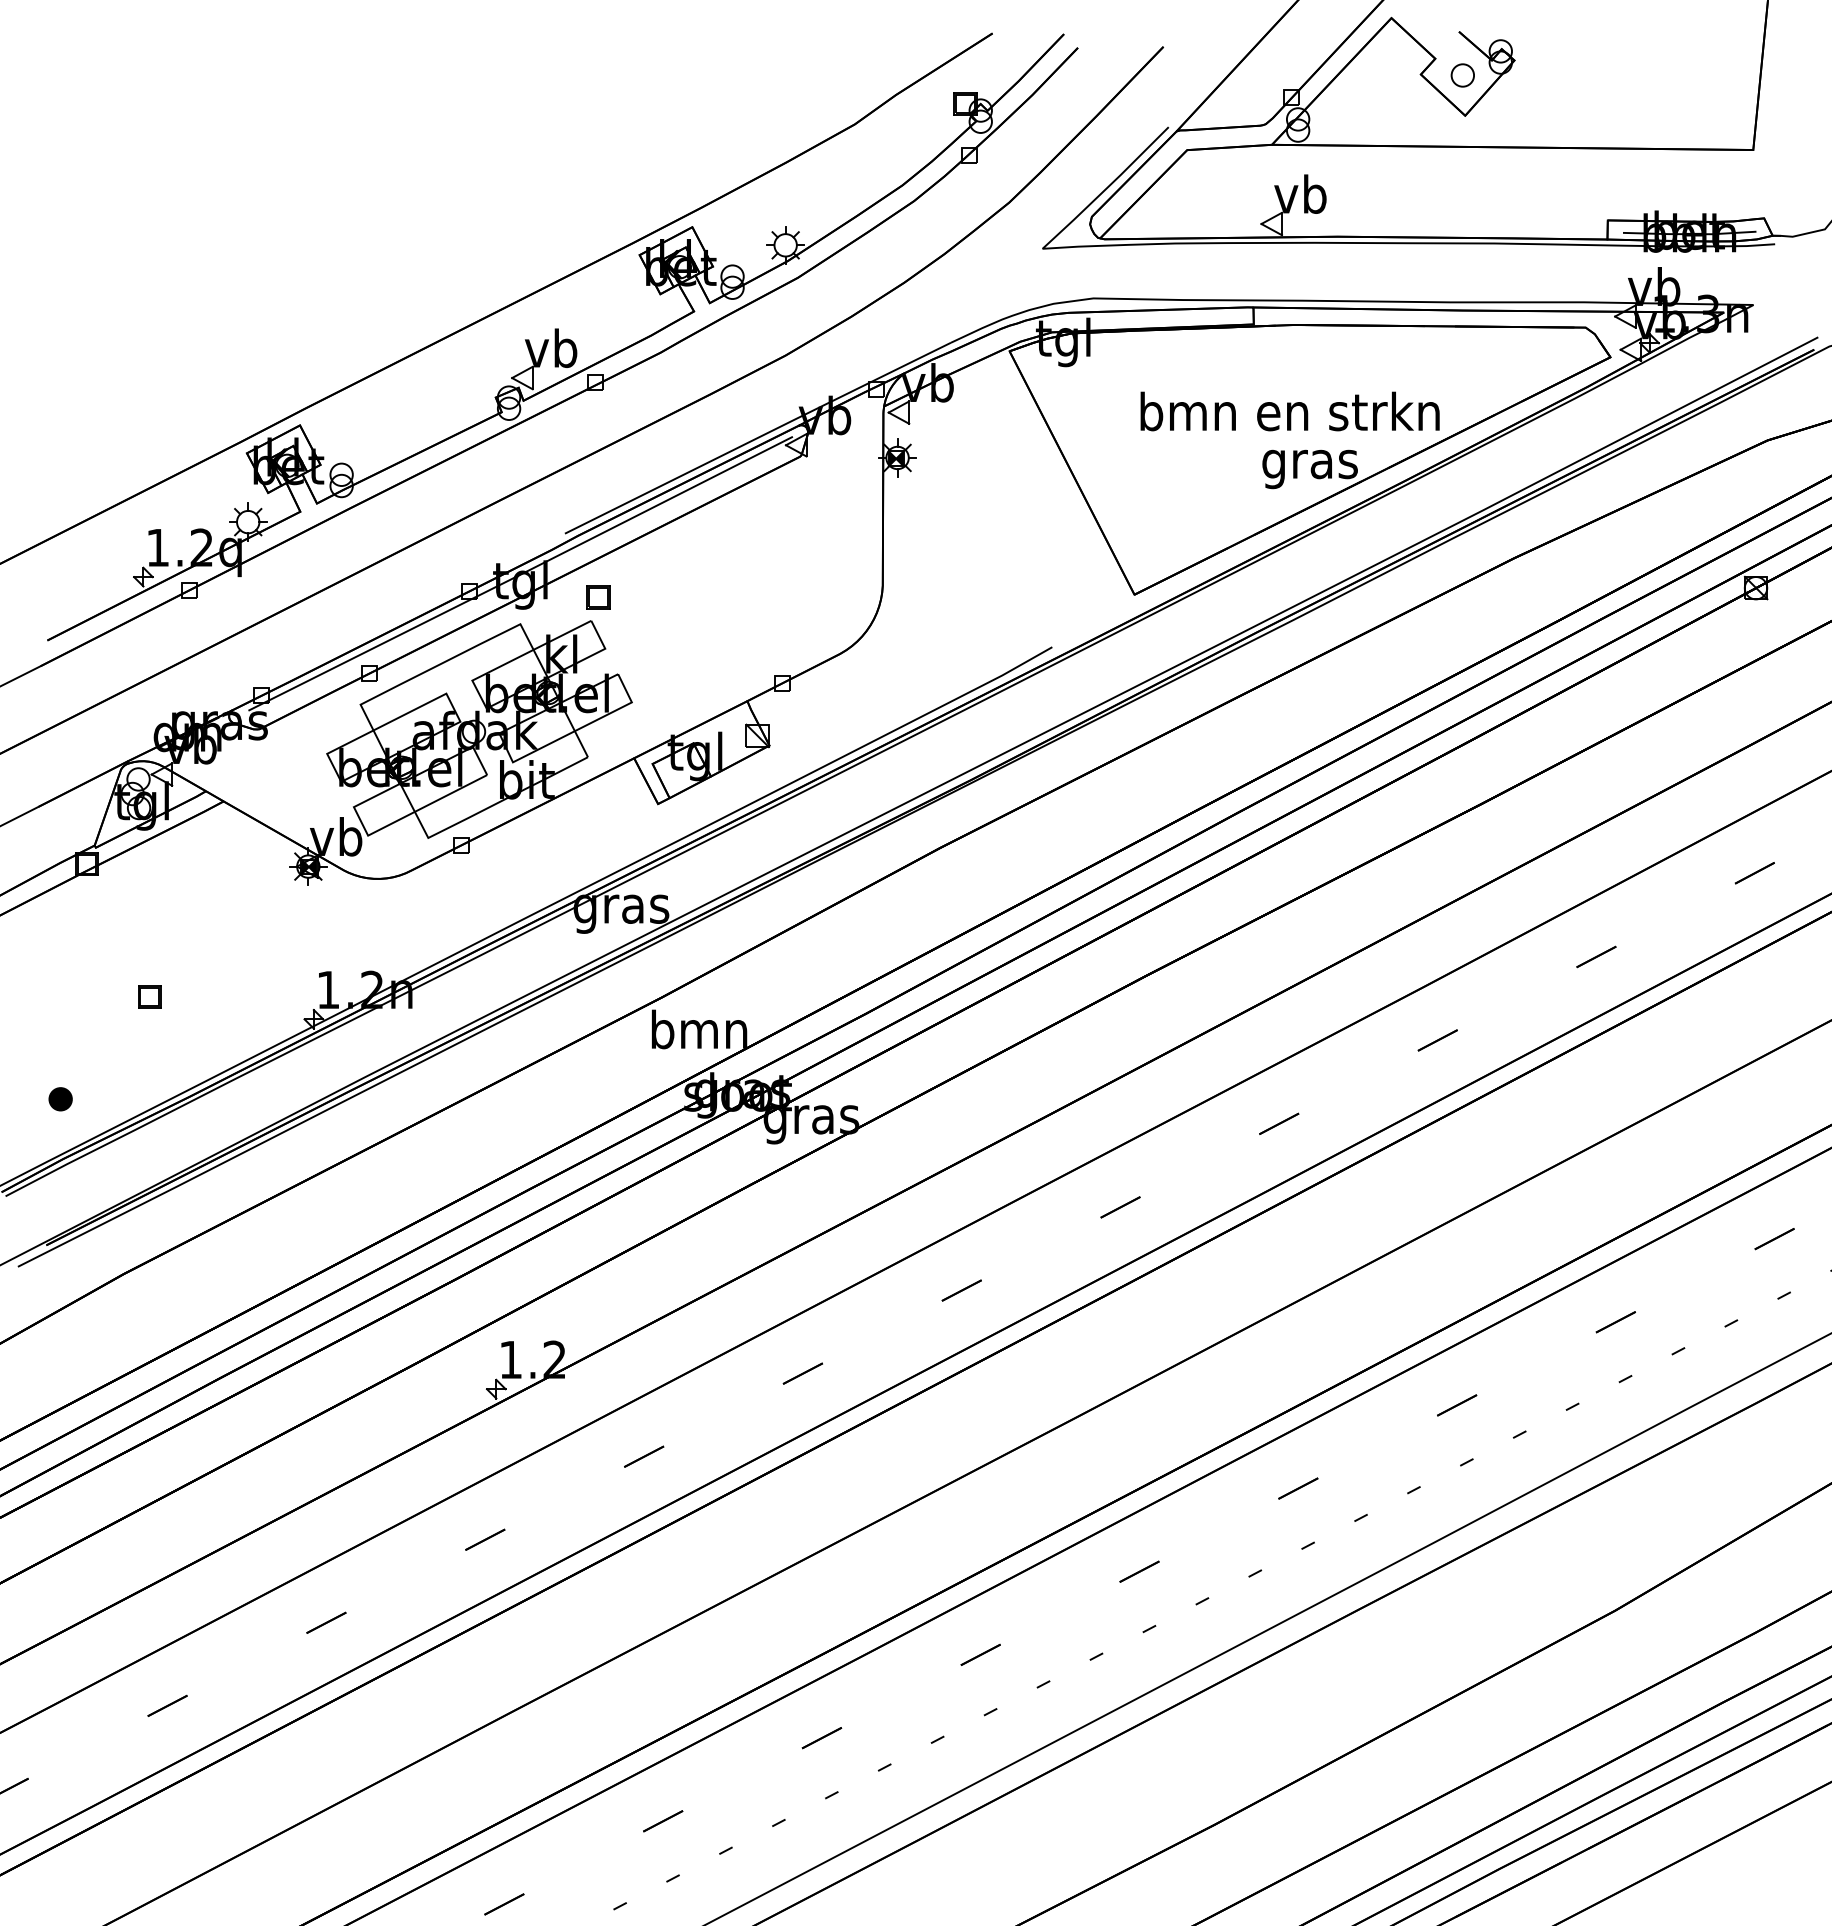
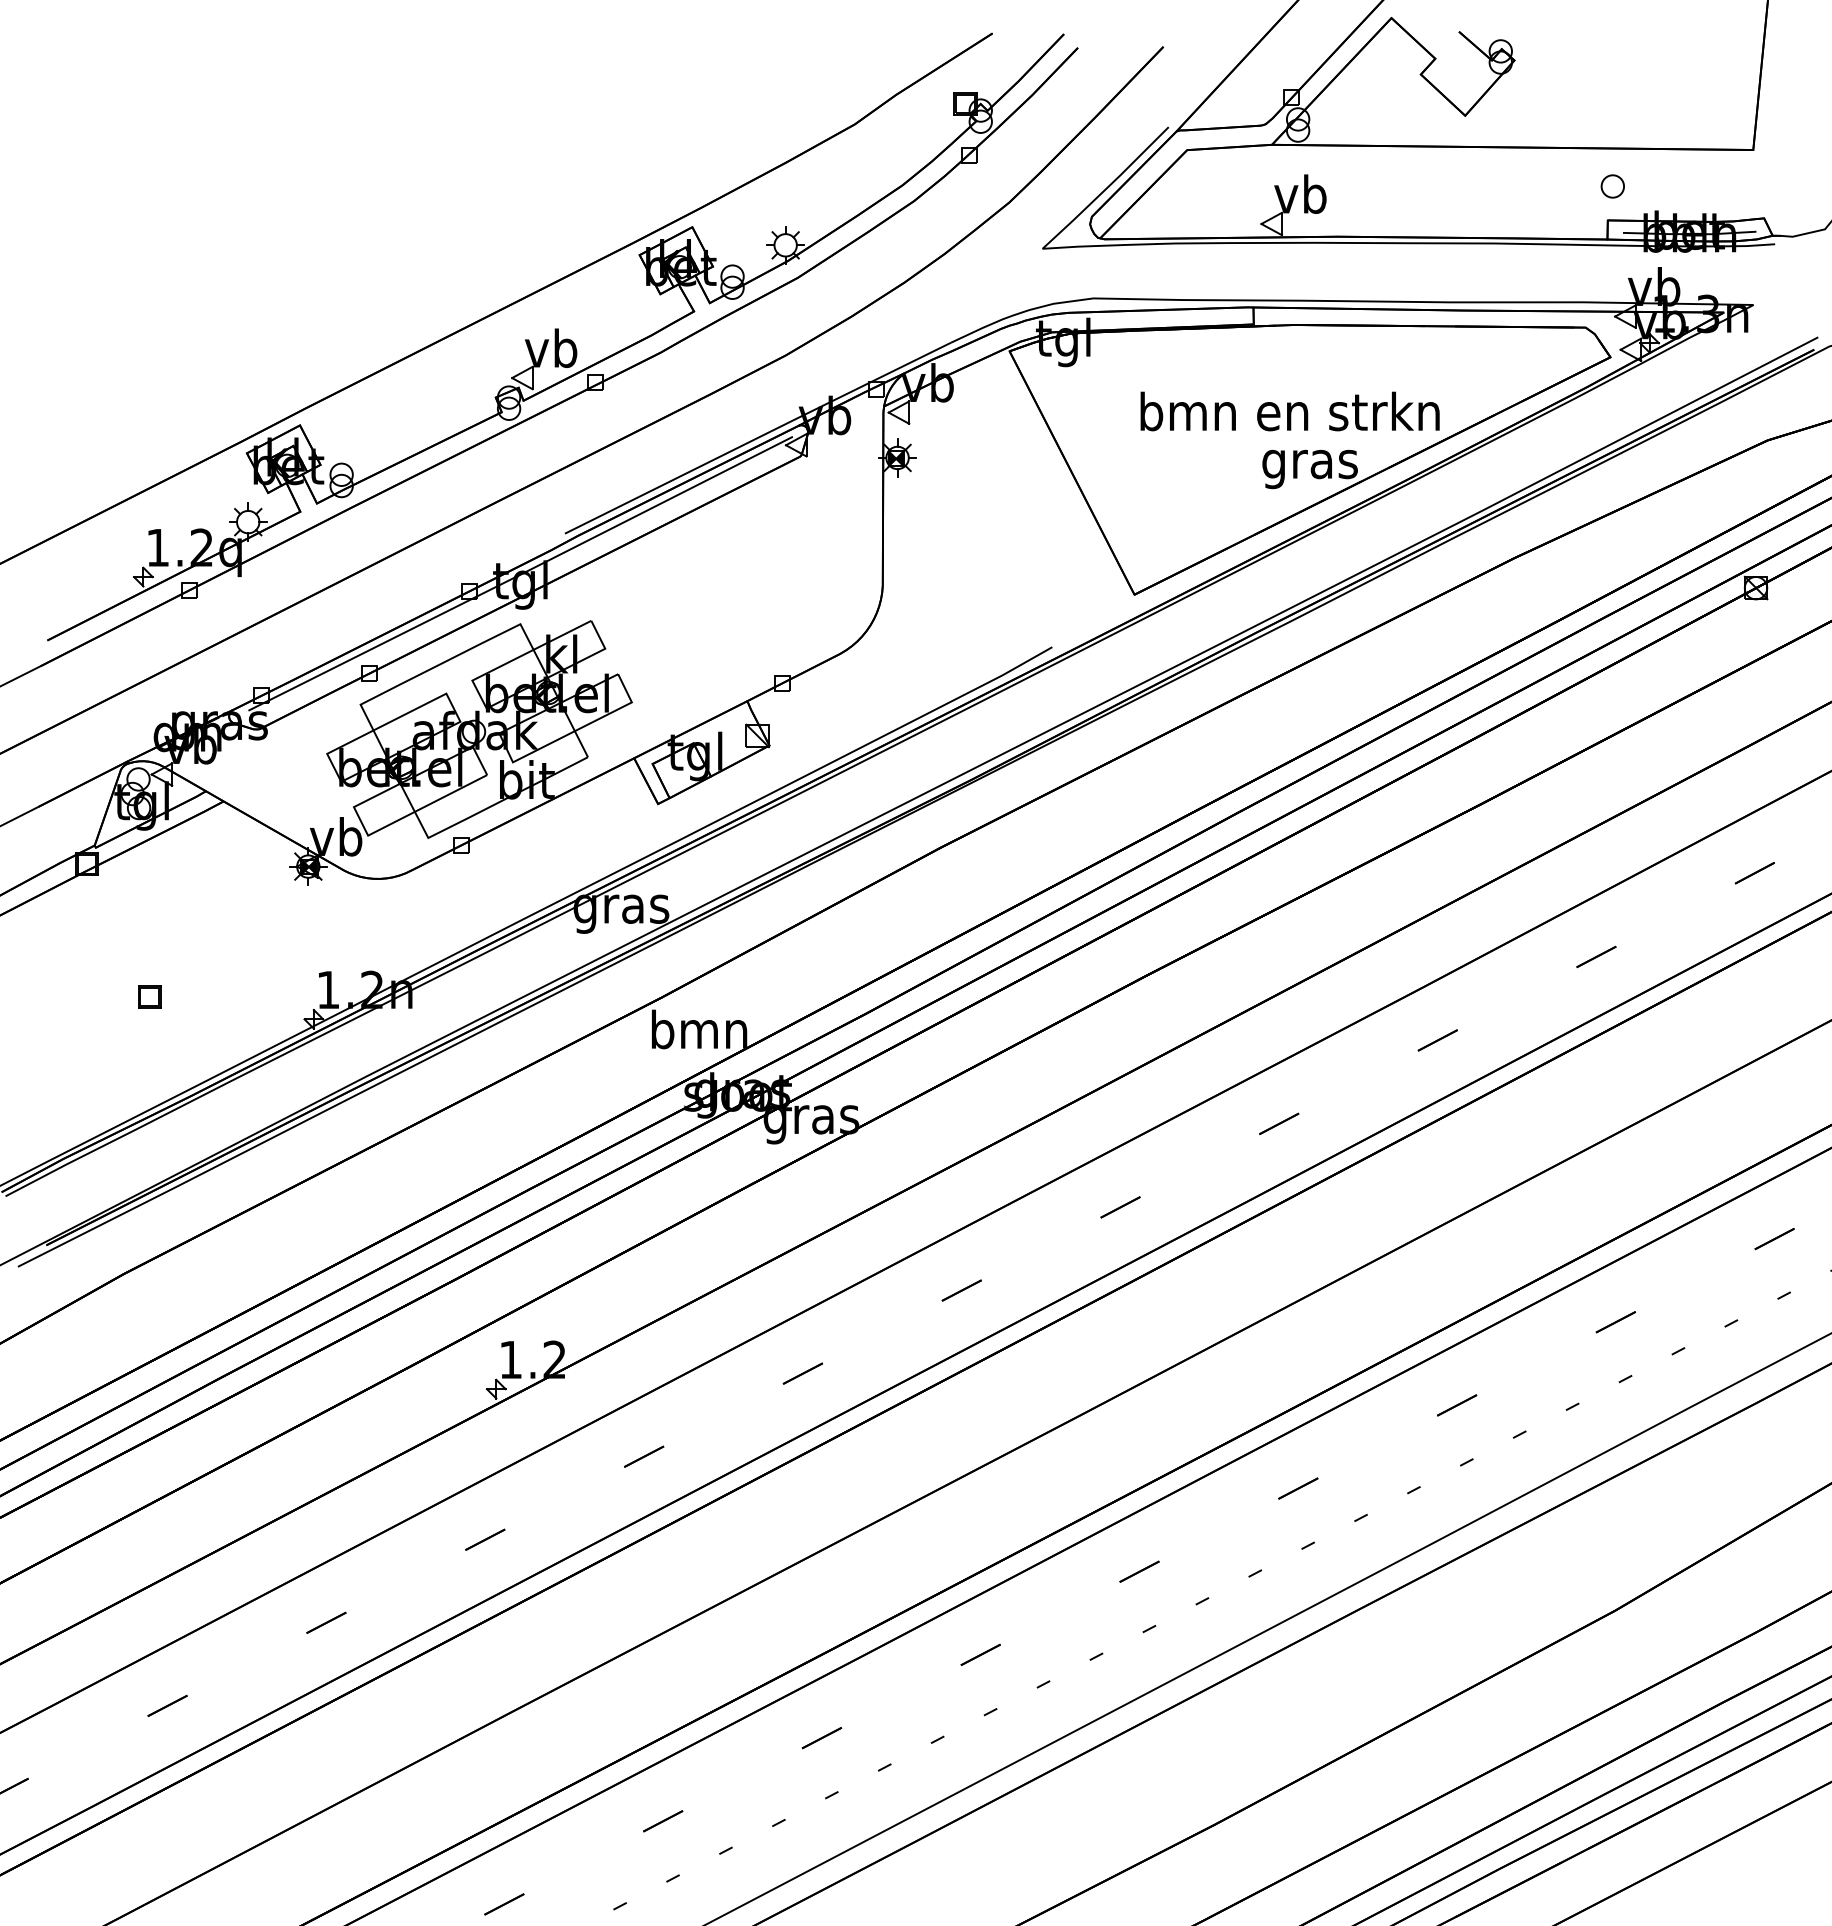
part at (1462, 75) position: (1462, 75) -> (1612, 186)
part at (598, 597): present -> none
part at (60, 1099): present -> none
